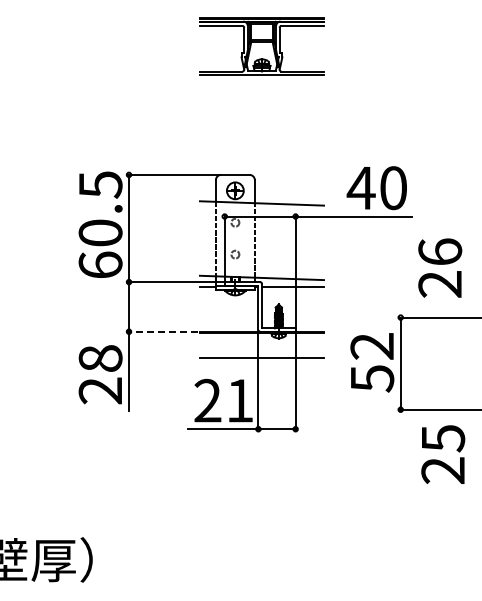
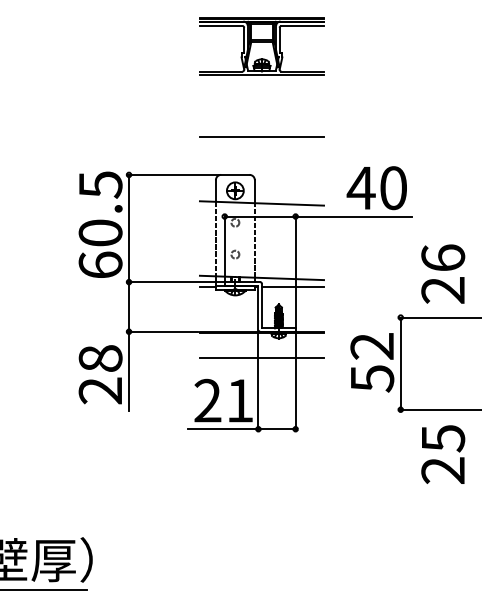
line at (261, 136): none -> present
text at (440, 267) position: (440, 267) -> (443, 273)
line at (162, 331): dashed -> solid
line at (44, 589): none -> present
